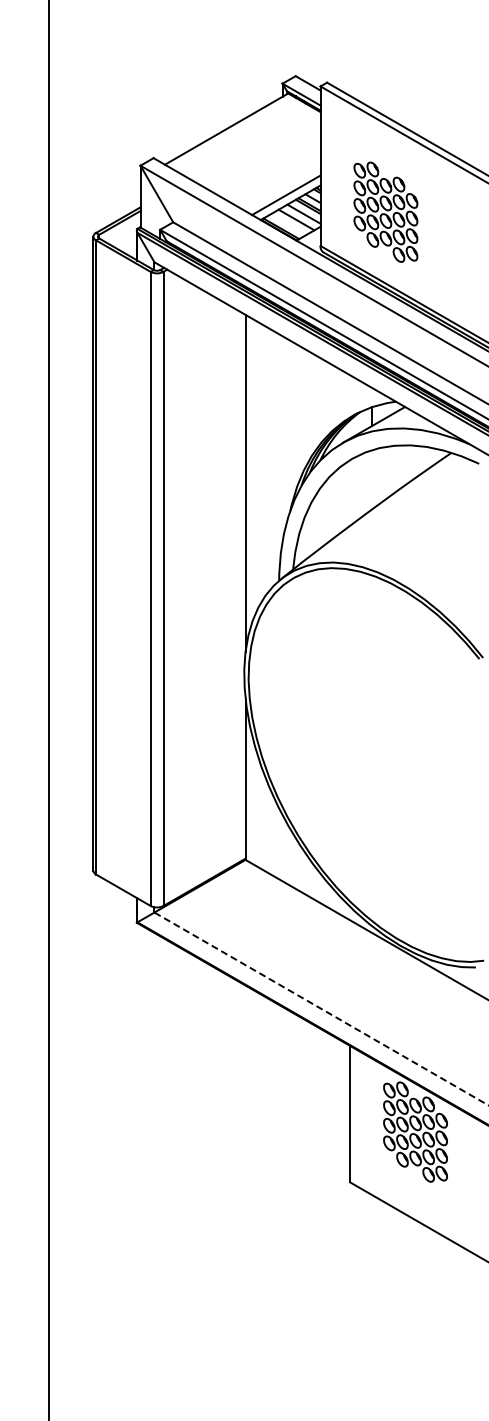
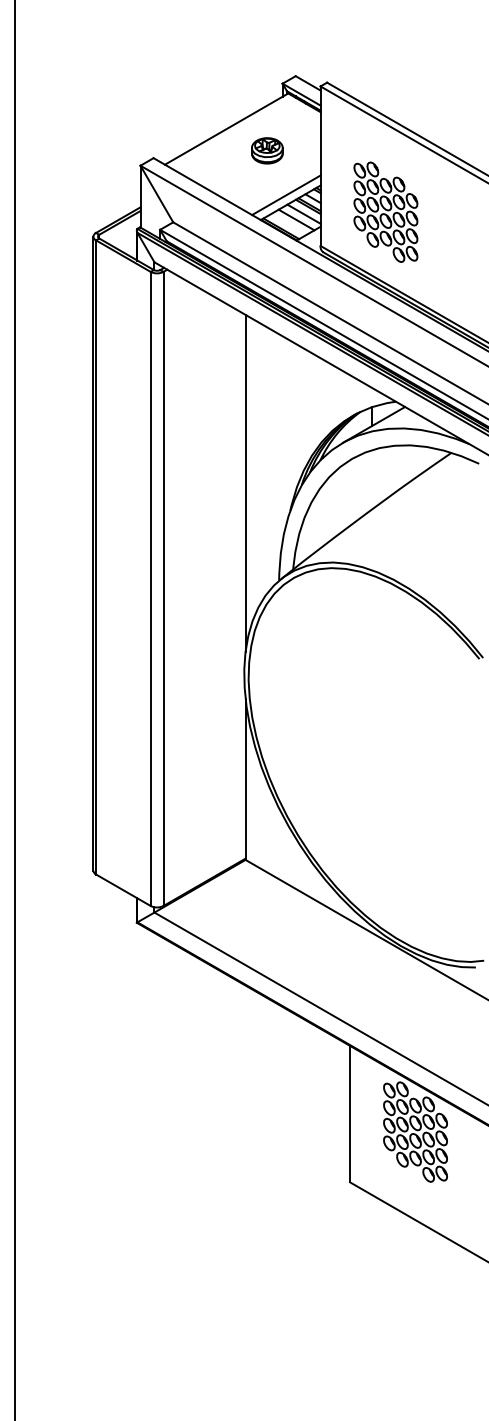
part at (267, 150): none -> present
line at (48, 709) position: (48, 709) -> (14, 709)
line at (321, 1009): dashed -> solid
